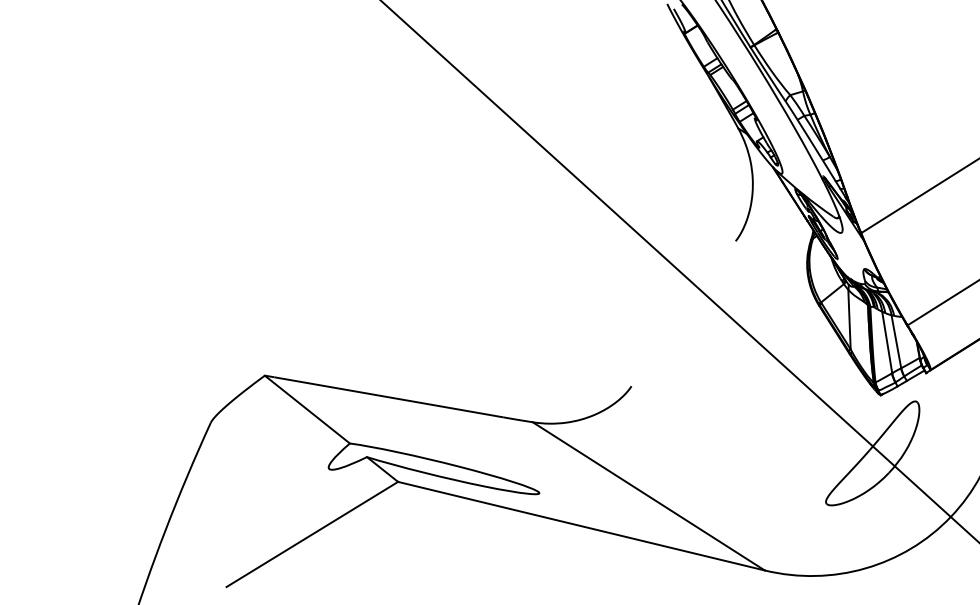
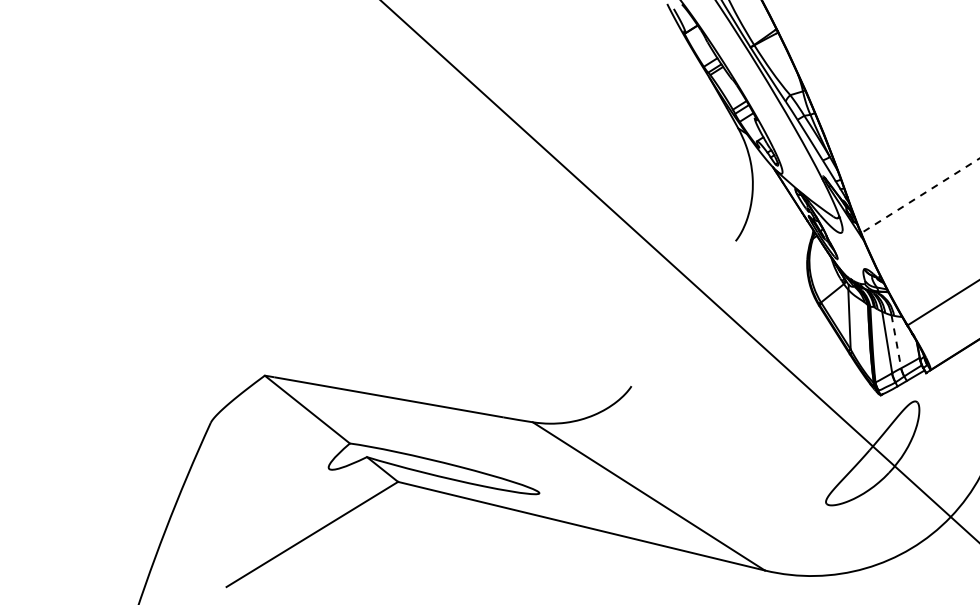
line at (920, 195): solid -> dashed
line at (896, 341): solid -> dashed
